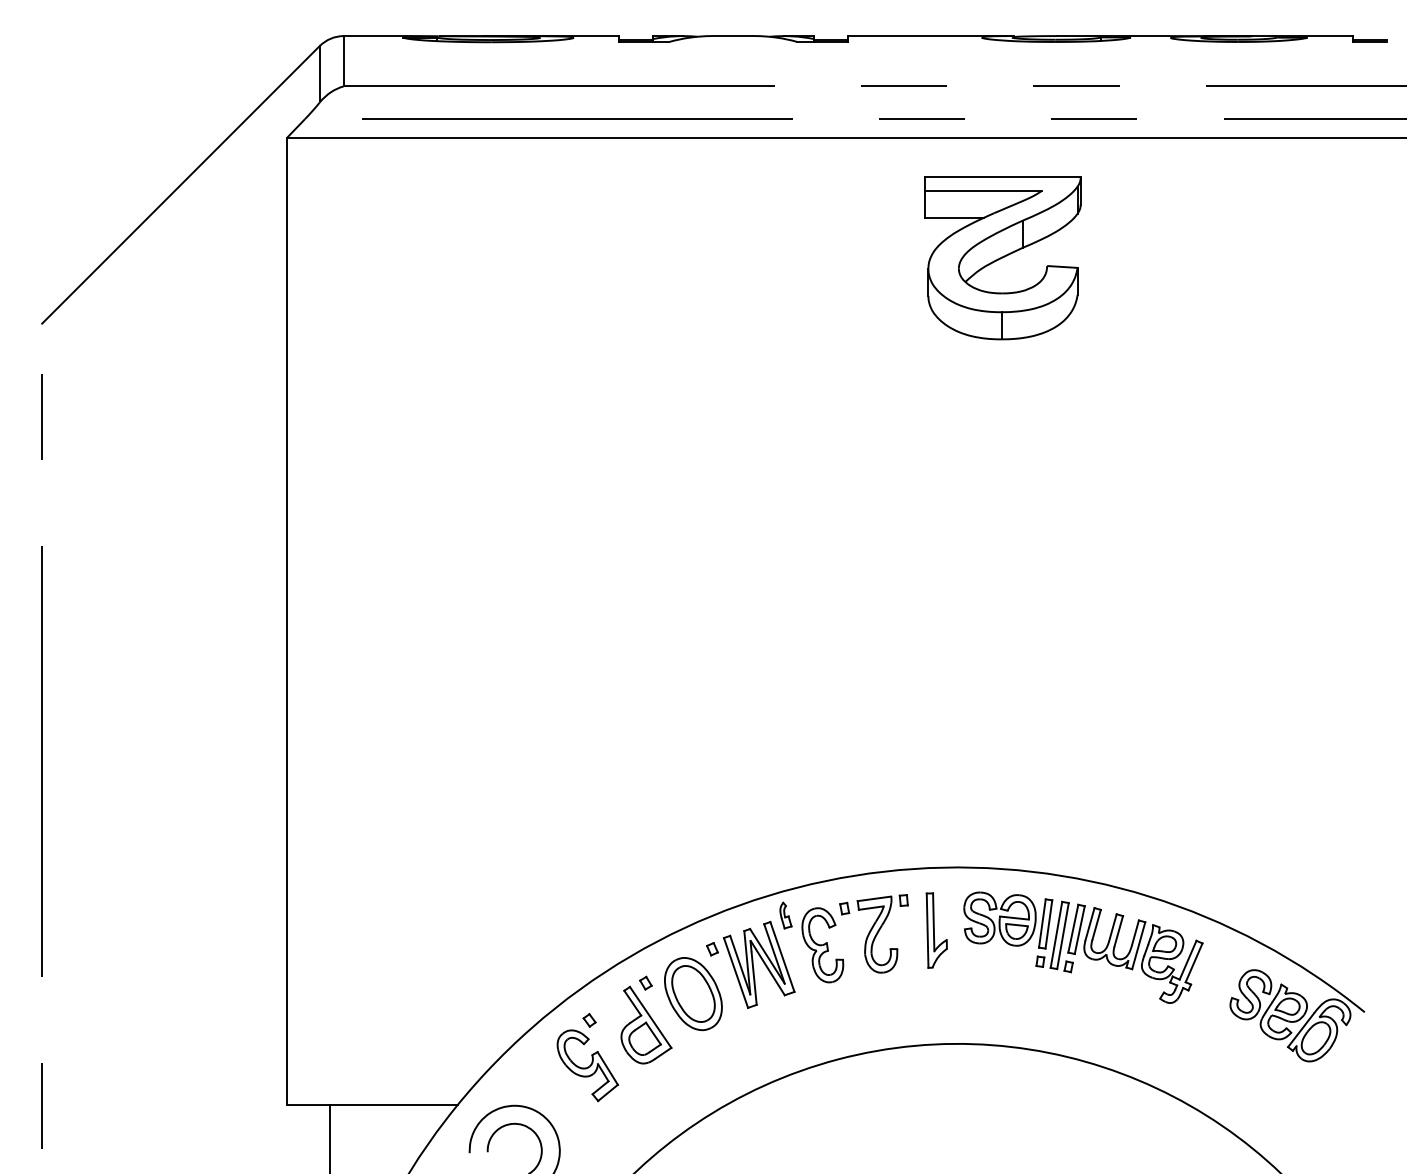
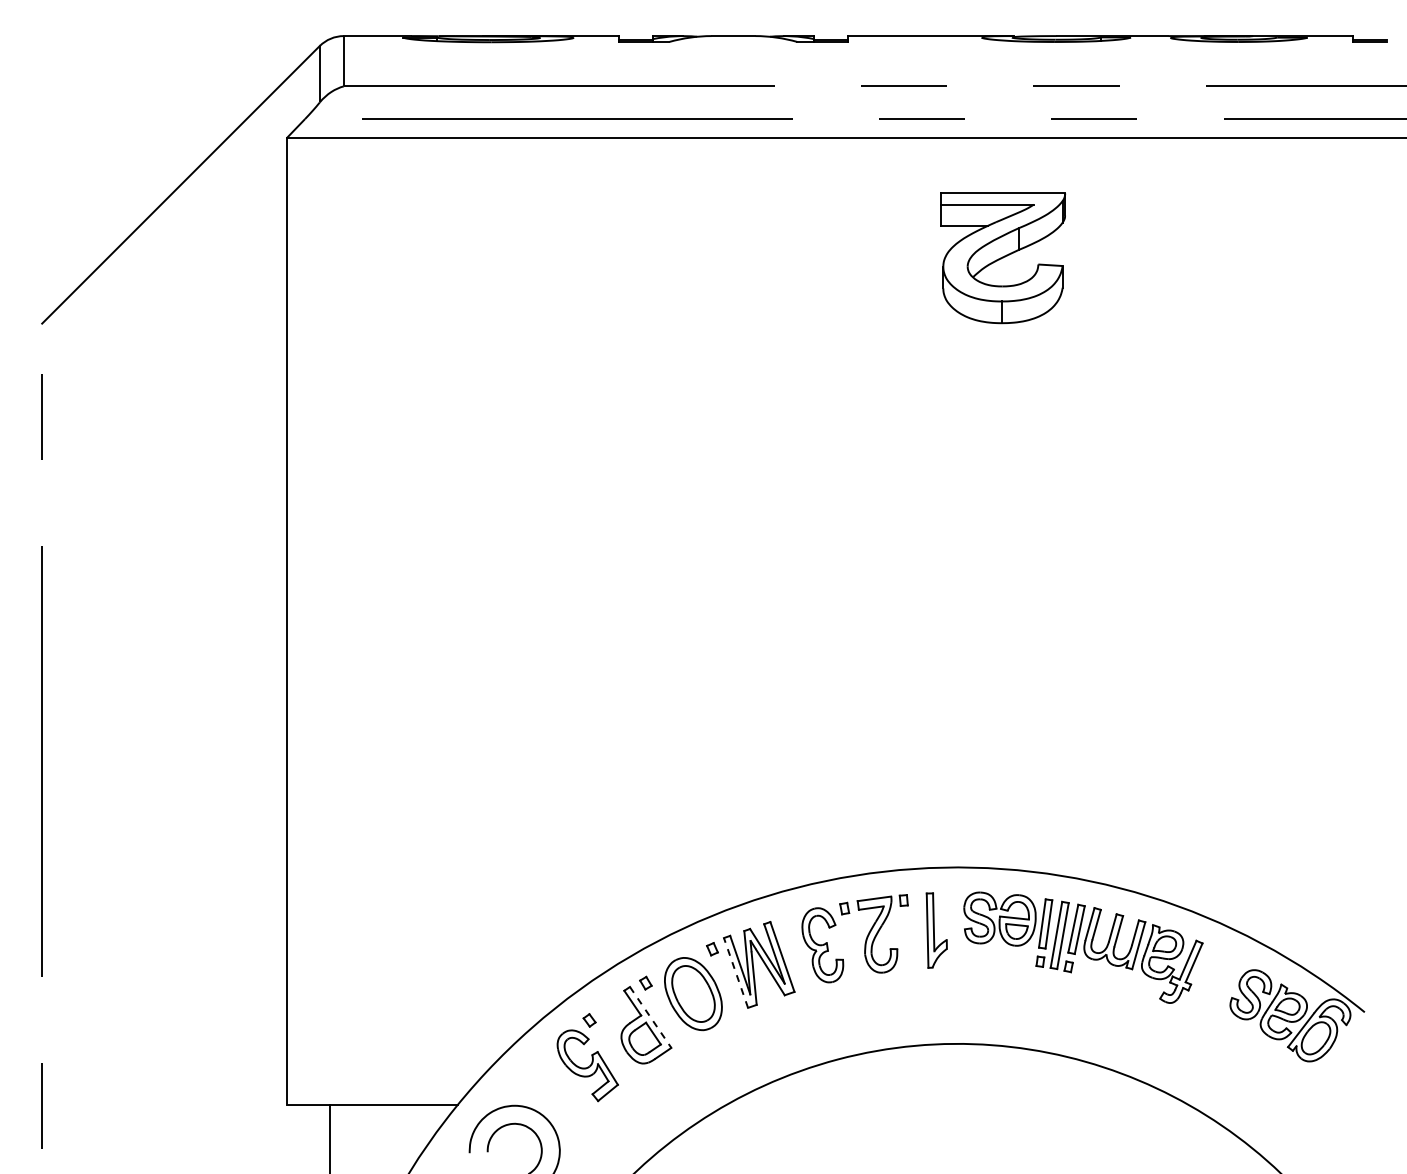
part at (1002, 258) size: 158x165 px -> 126x133 px
part at (785, 915): present -> none
line at (736, 972): solid -> dashed
line at (650, 1017): solid -> dashed
